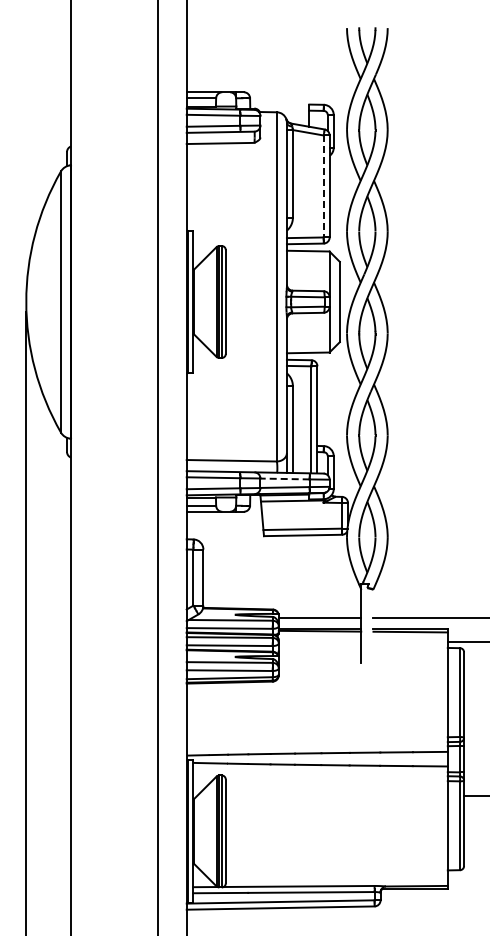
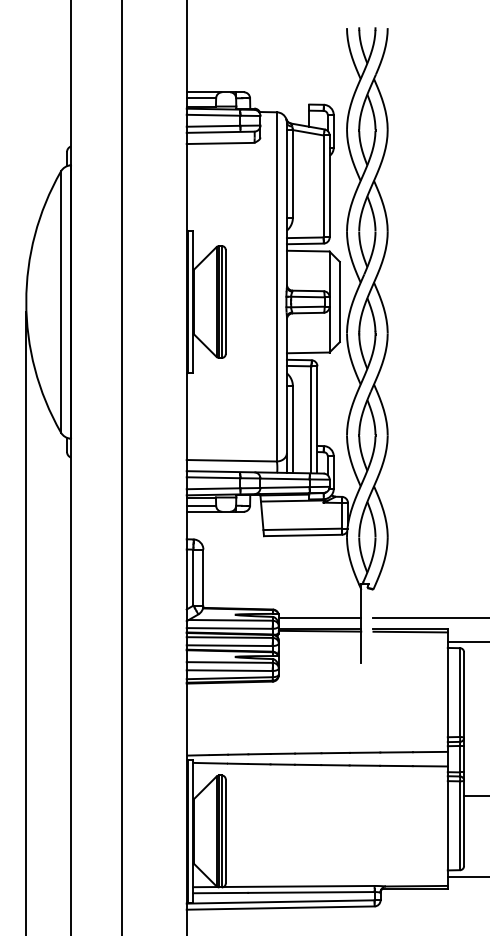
line at (323, 186): dashed -> solid
line at (157, 467) position: (157, 467) -> (121, 467)
line at (285, 479): dashed -> solid
line at (466, 877): none -> present
